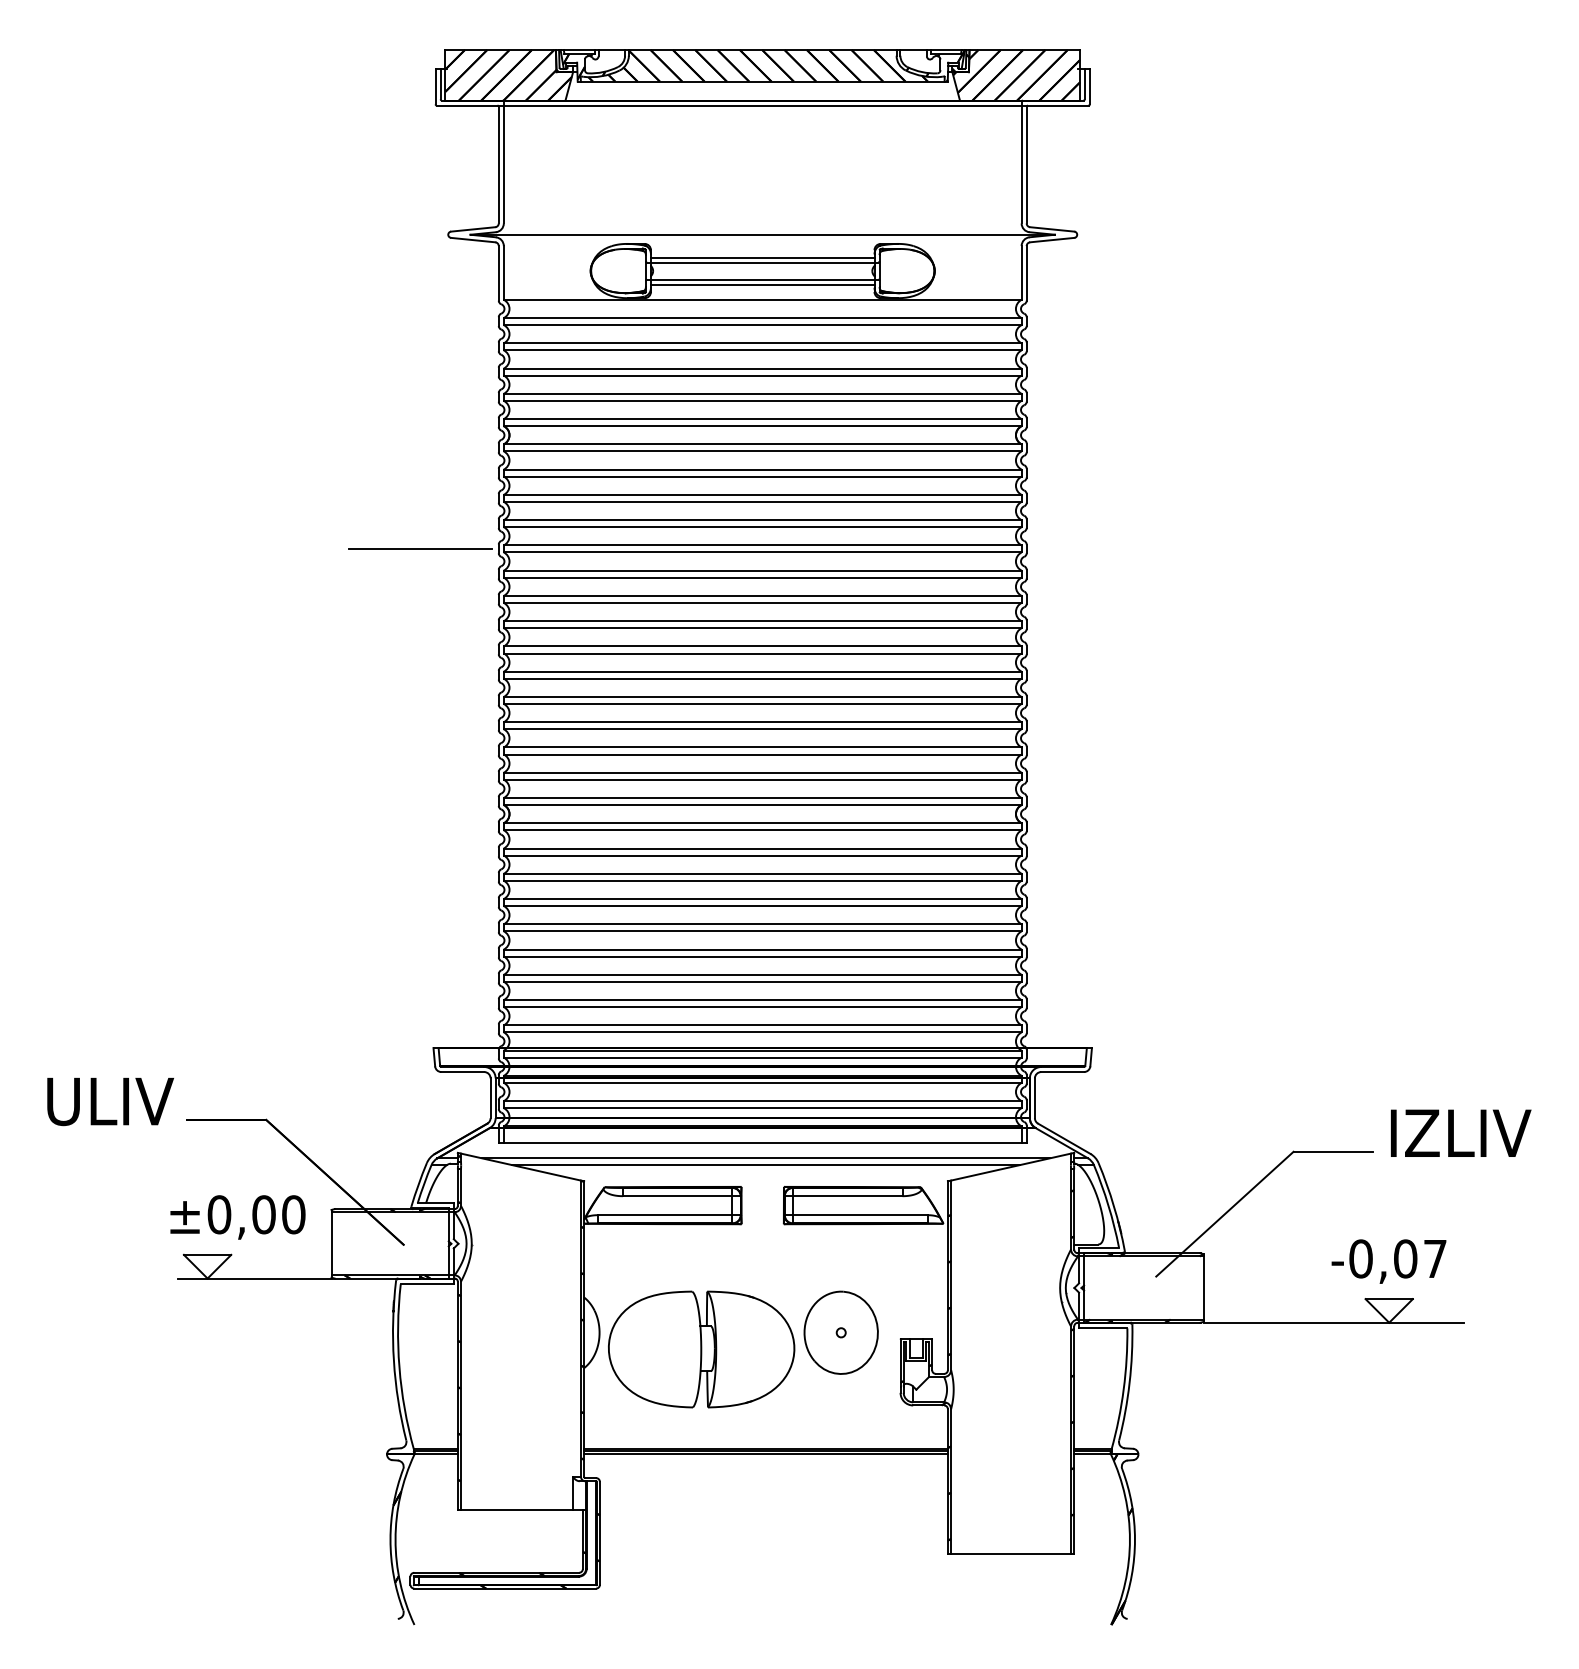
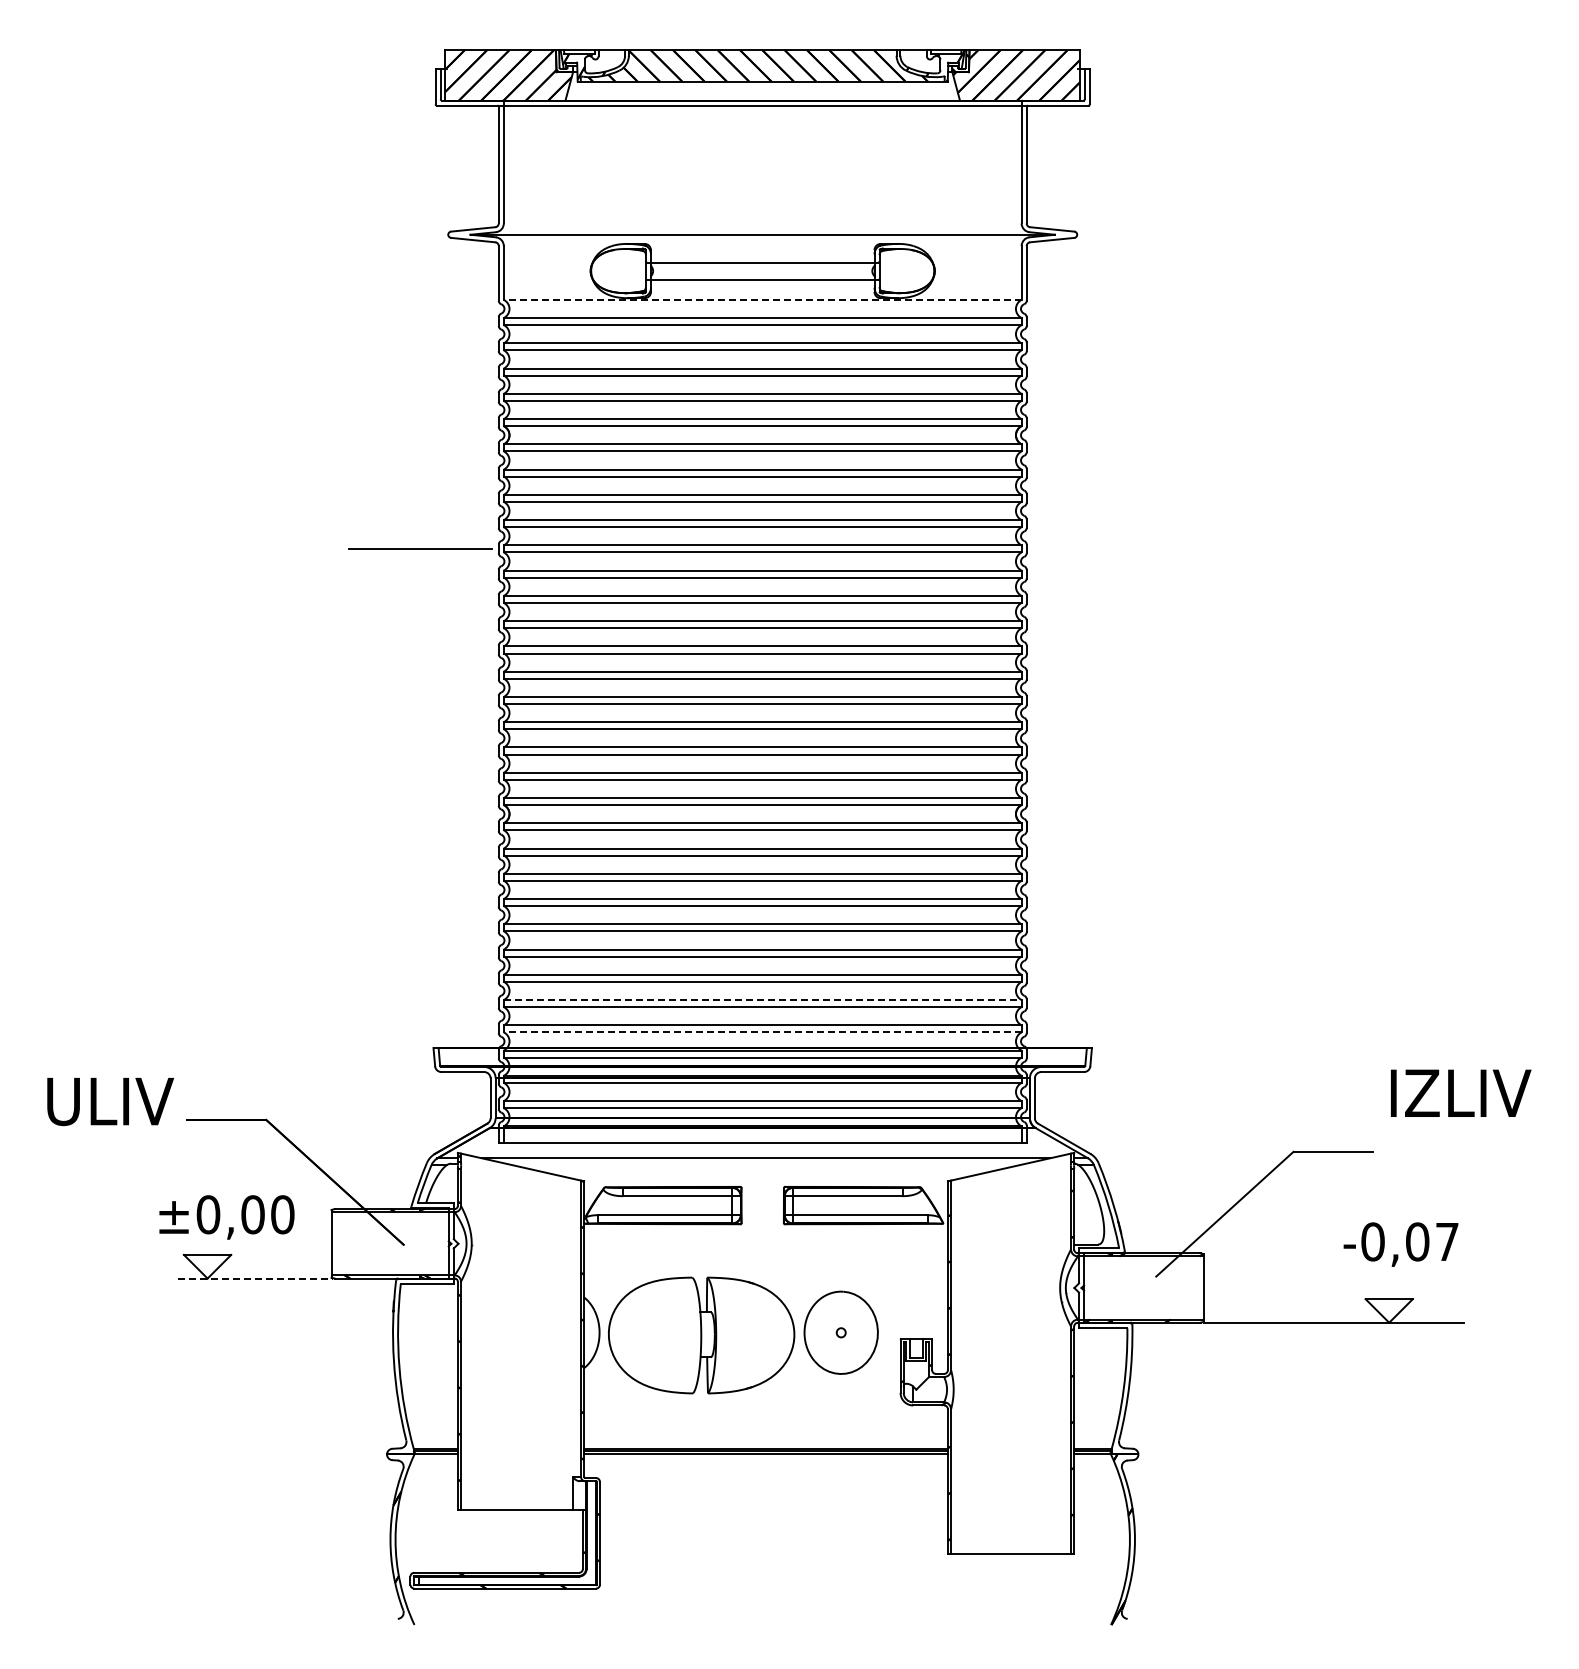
line at (762, 257): present -> none
line at (762, 284): present -> none
line at (762, 299): solid -> dashed
line at (762, 1000): solid -> dashed
line at (762, 1032): solid -> dashed
text at (1461, 1132) position: (1461, 1132) -> (1461, 1092)
line at (765, 1165): present -> none
text at (237, 1217) position: (237, 1217) -> (226, 1217)
text at (1388, 1261) position: (1388, 1261) -> (1400, 1244)
line at (255, 1278): solid -> dashed
part at (701, 1349) position: (701, 1349) -> (701, 1335)
